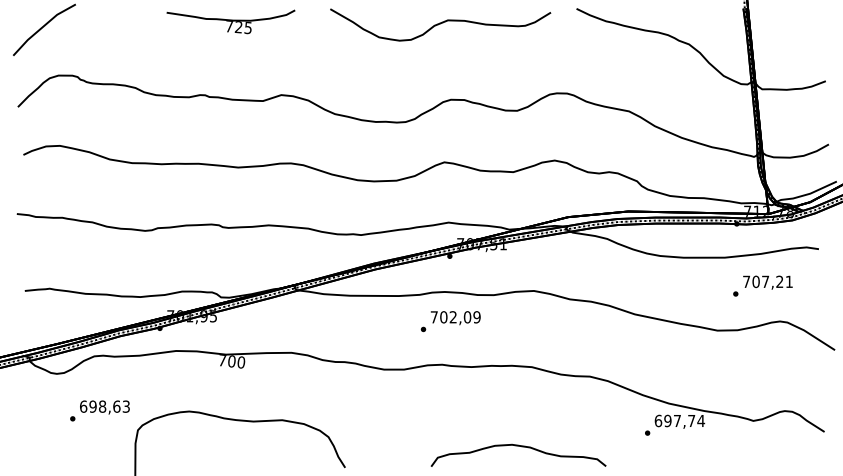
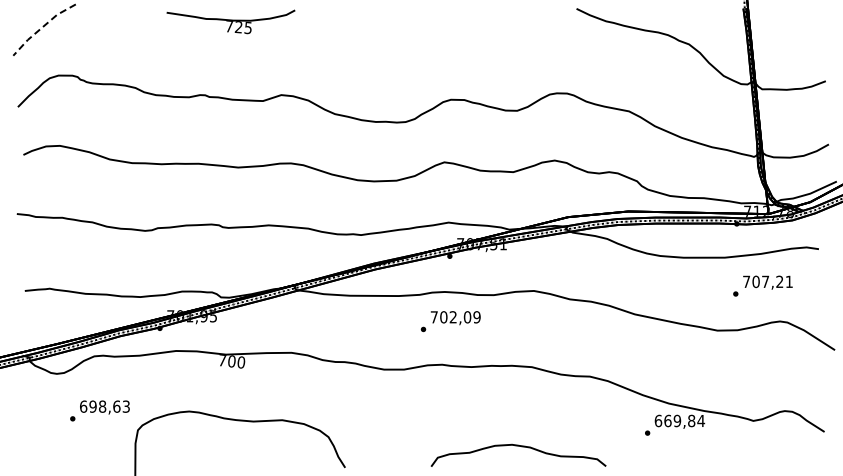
curve at (440, 24): present -> none
line at (42, 27): solid -> dashed
text at (679, 420): 697,74 -> 669,84
